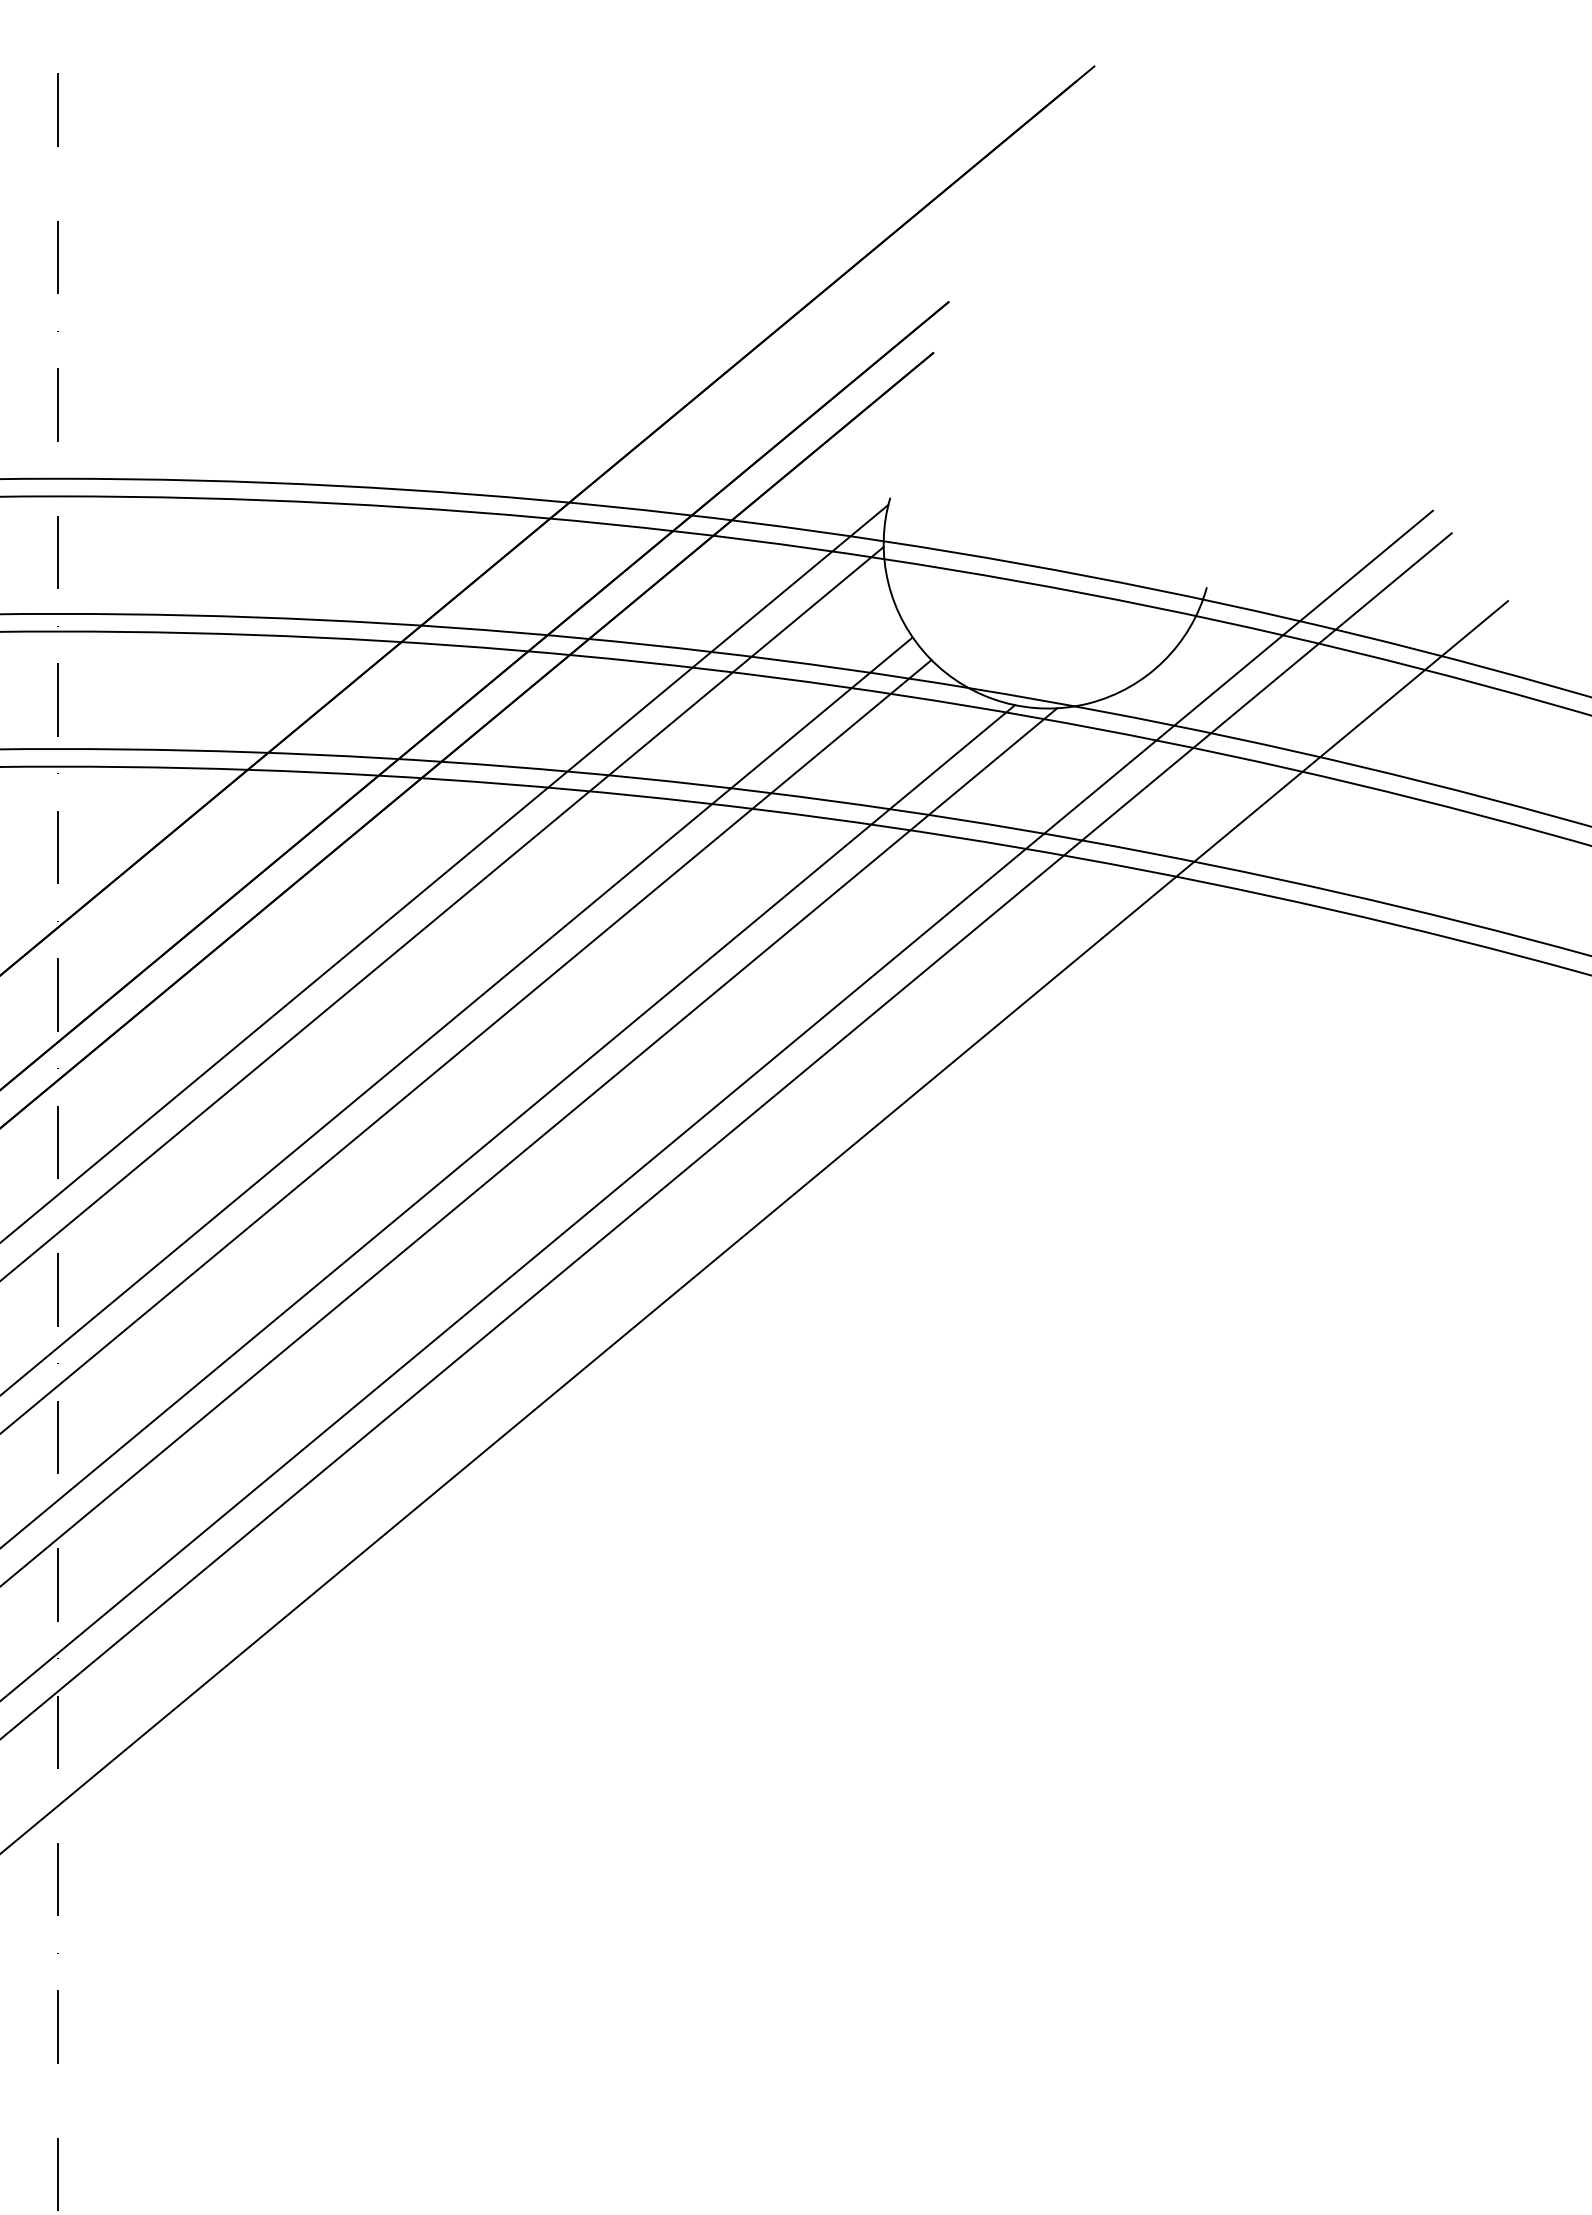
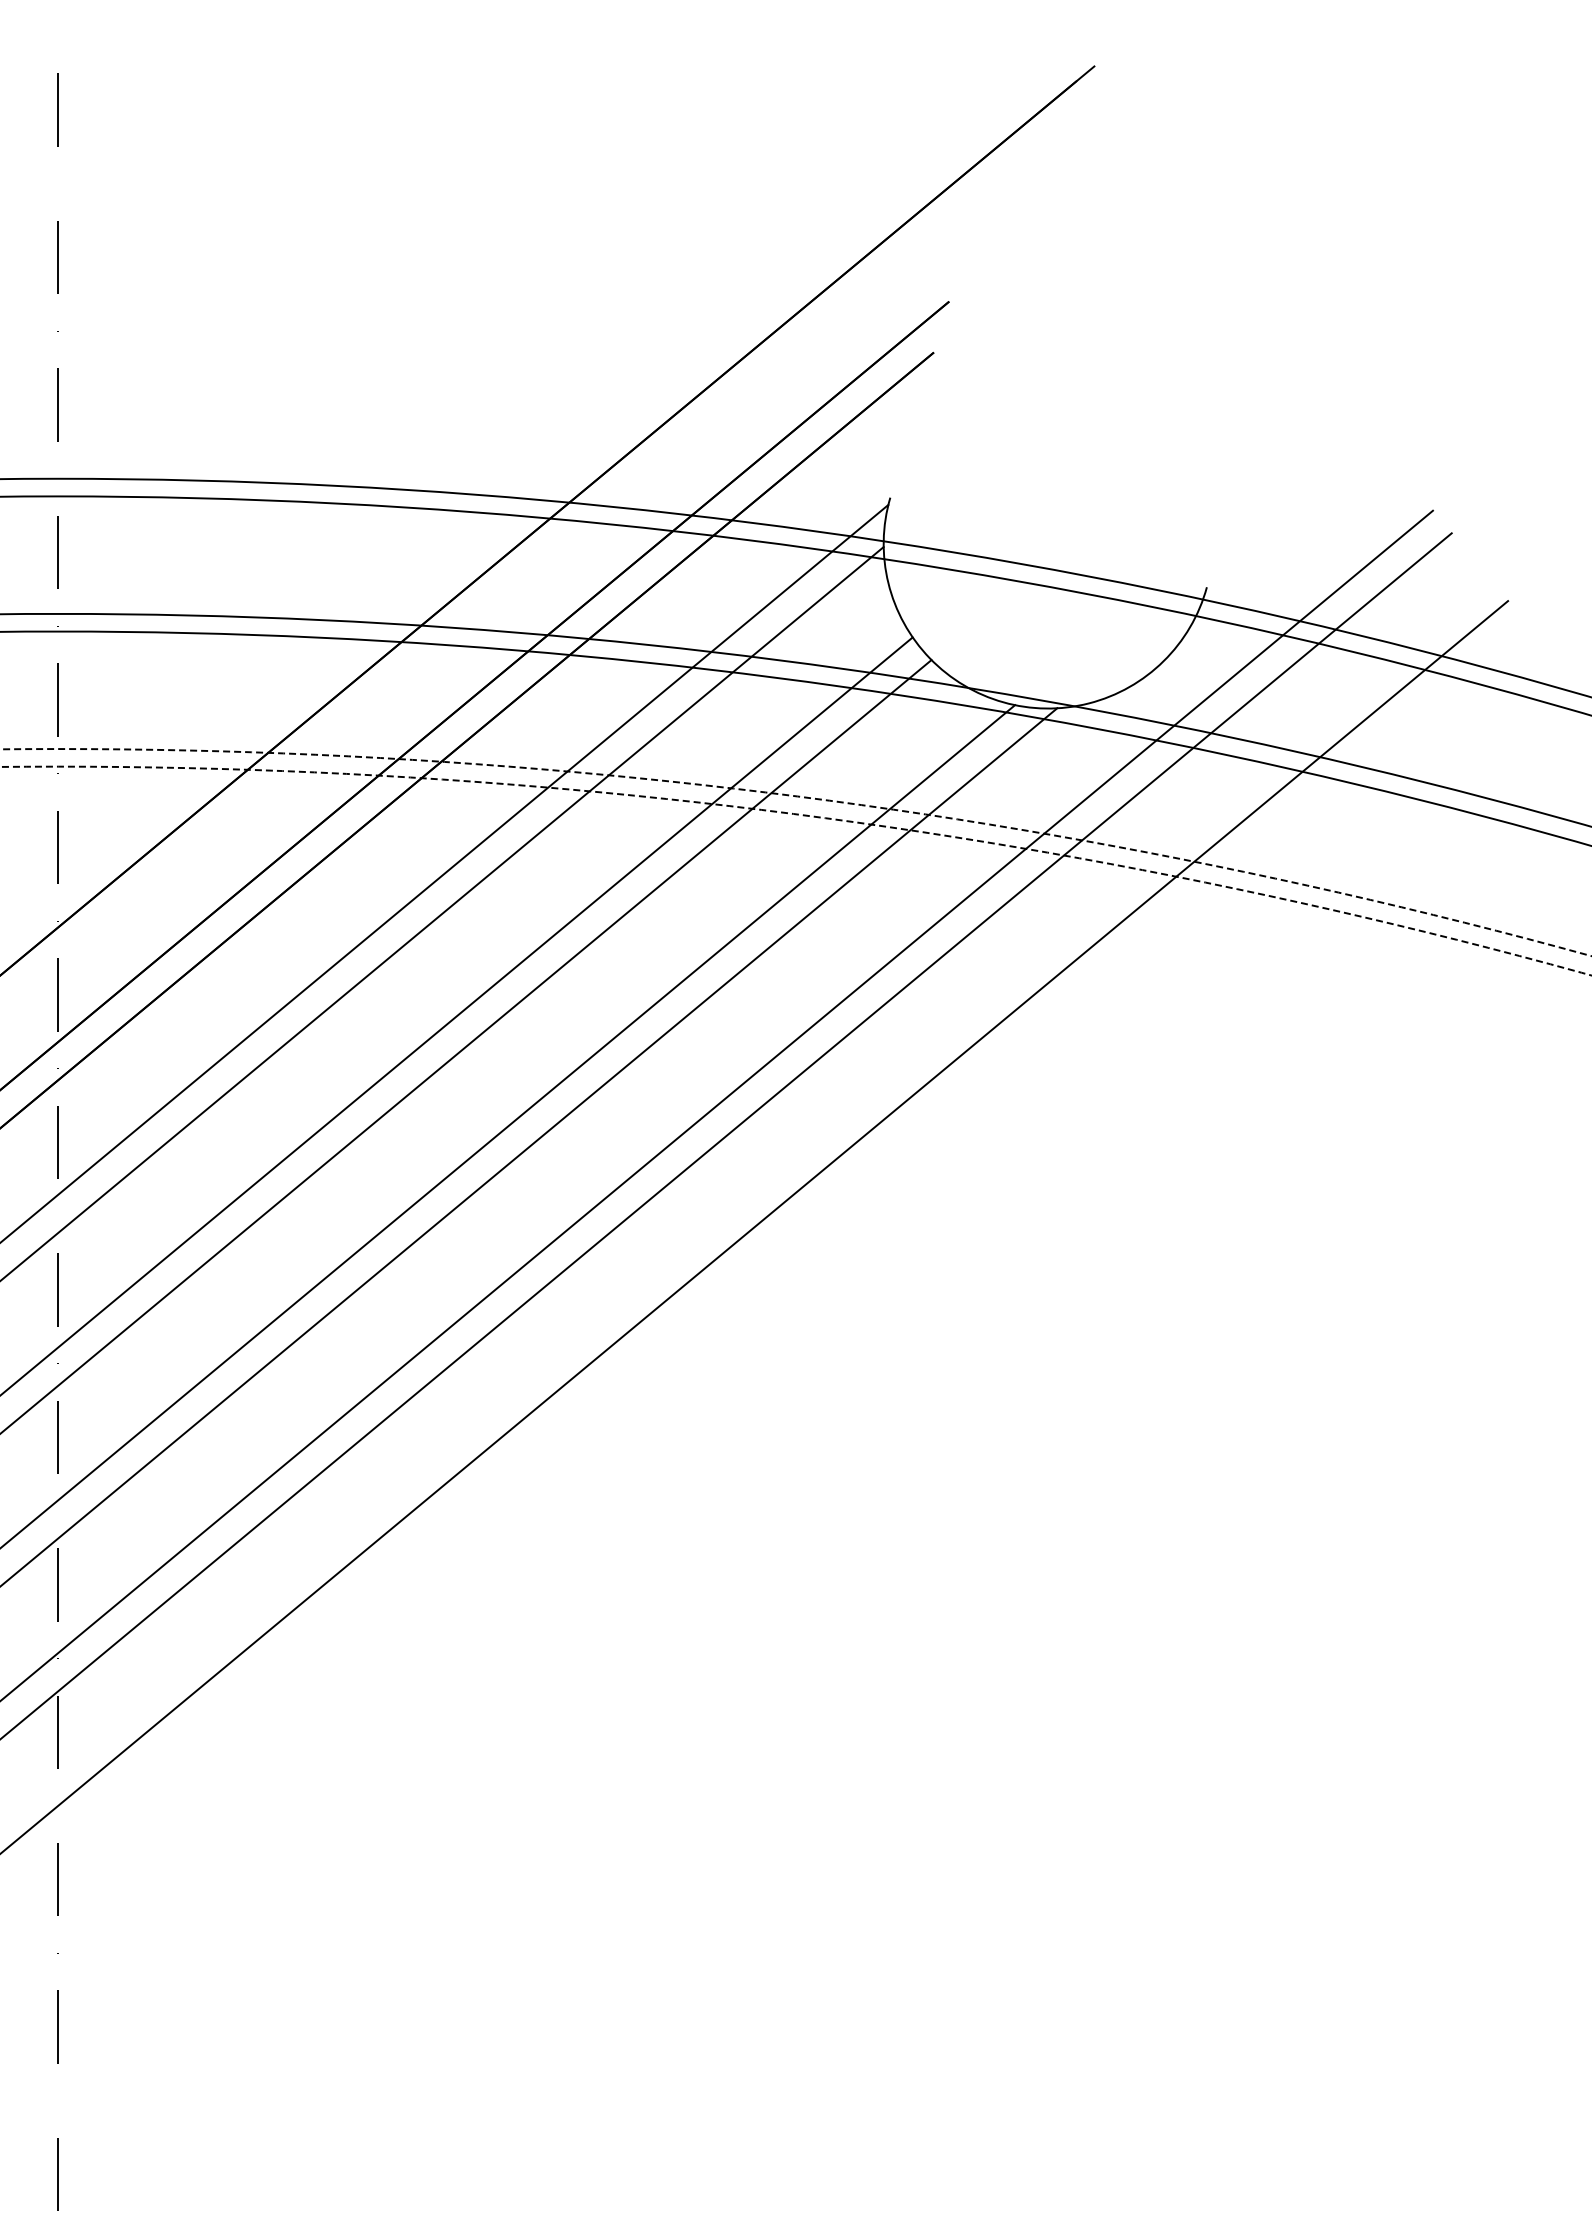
arc at (802, 797): solid -> dashed
arc at (801, 815): solid -> dashed
